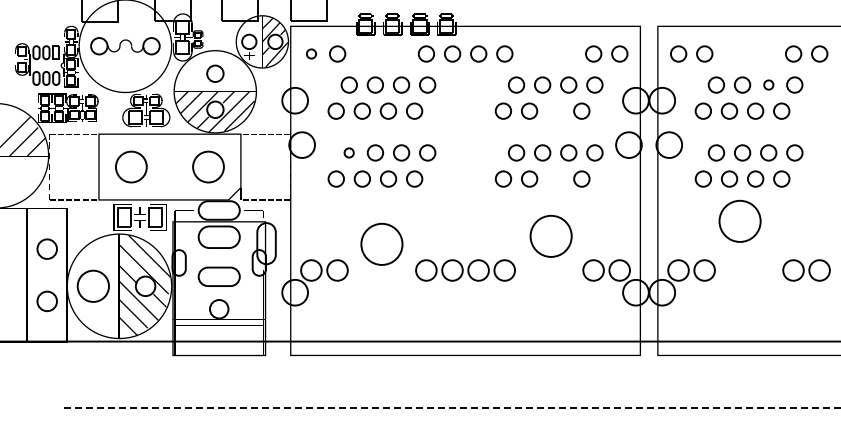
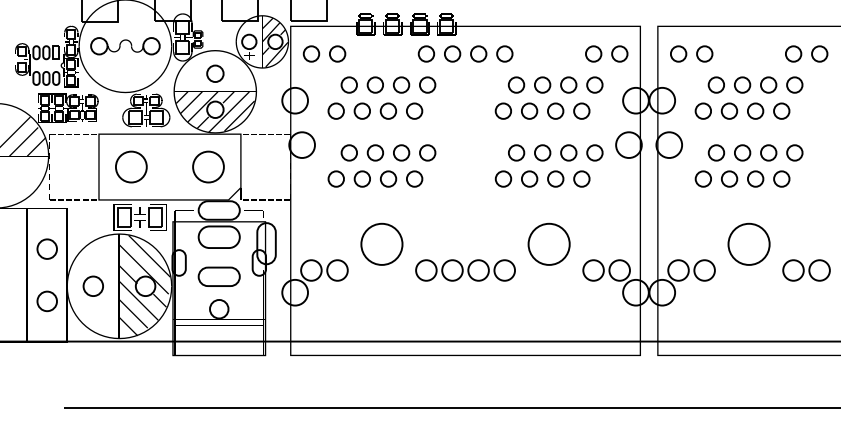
circle at (311, 53) size: 11x12 px -> 19x18 px
circle at (768, 84) size: 12x12 px -> 18x18 px
circle at (555, 110): none -> present
circle at (348, 152) size: 12x12 px -> 18x18 px
circle at (555, 178): none -> present
circle at (739, 220) position: (739, 220) -> (748, 243)
circle at (550, 235) position: (550, 235) -> (548, 243)
circle at (92, 285) diameter: 31 px -> 20 px
line at (452, 408): dashed -> solid
